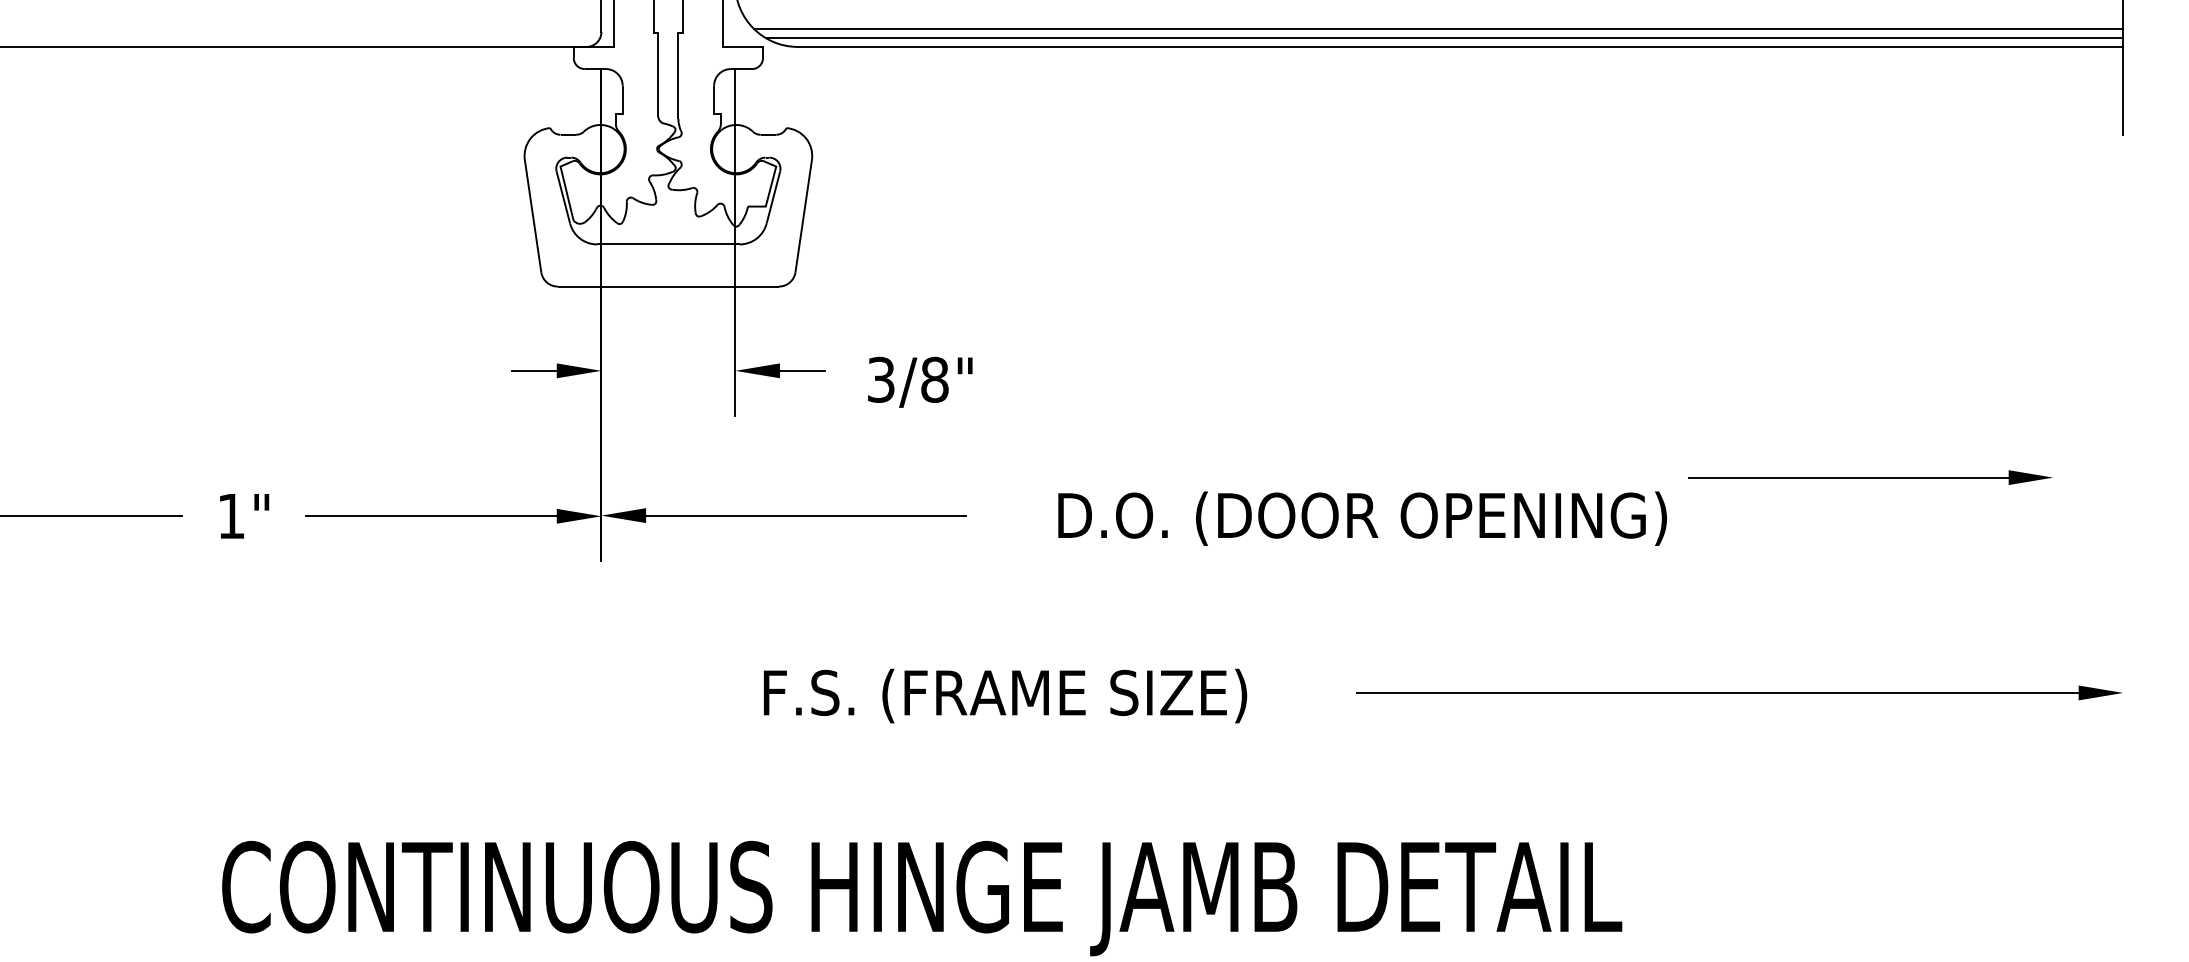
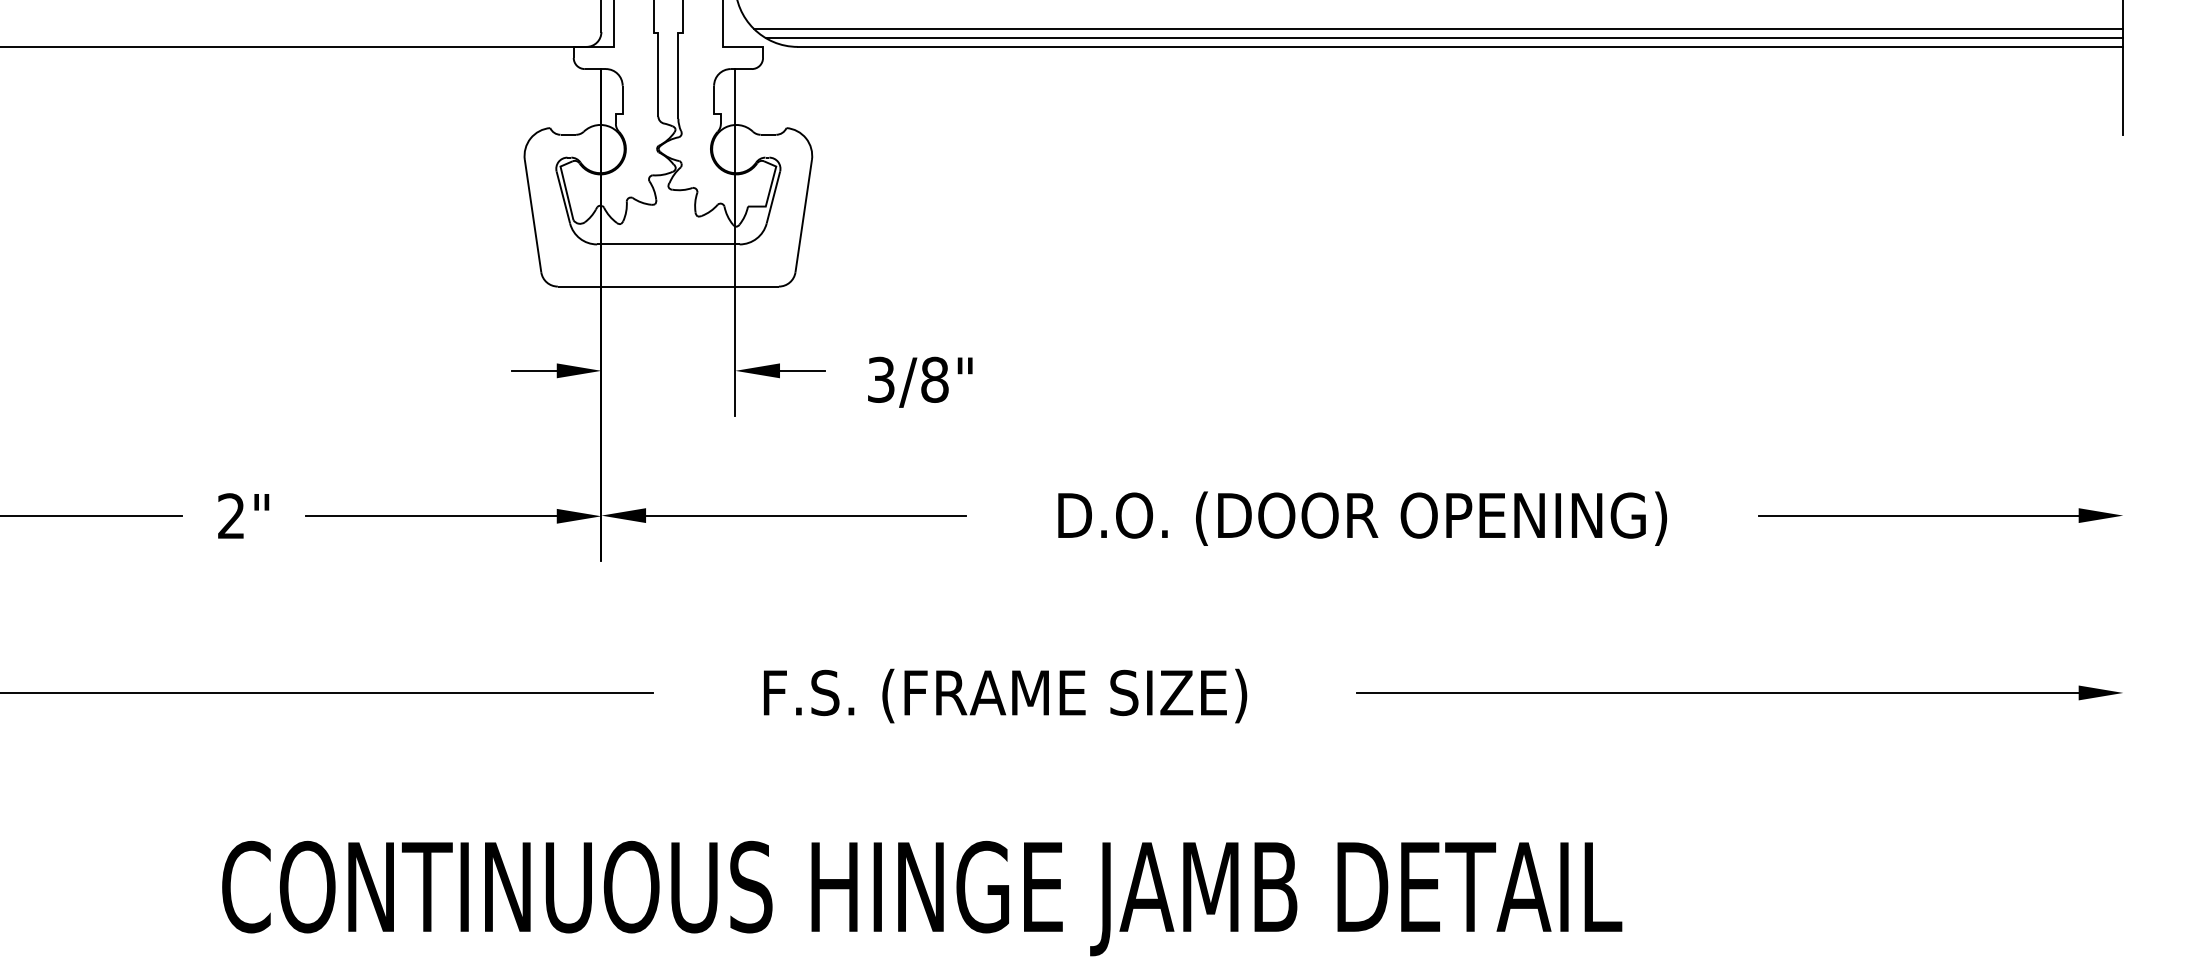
part at (1870, 477) position: (1870, 477) -> (1940, 515)
text at (230, 515): 1" -> 2"
line at (327, 692): none -> present
